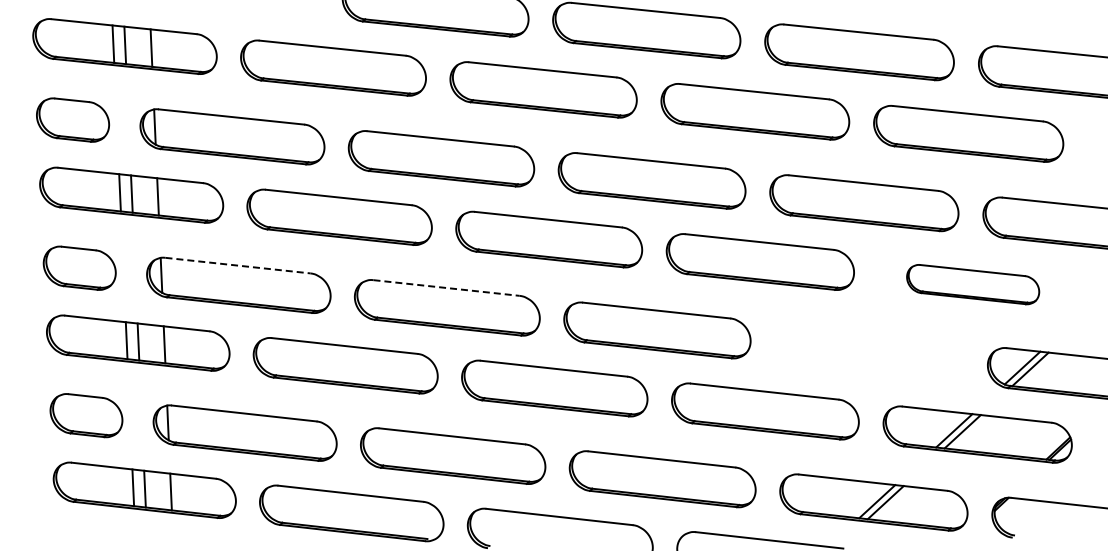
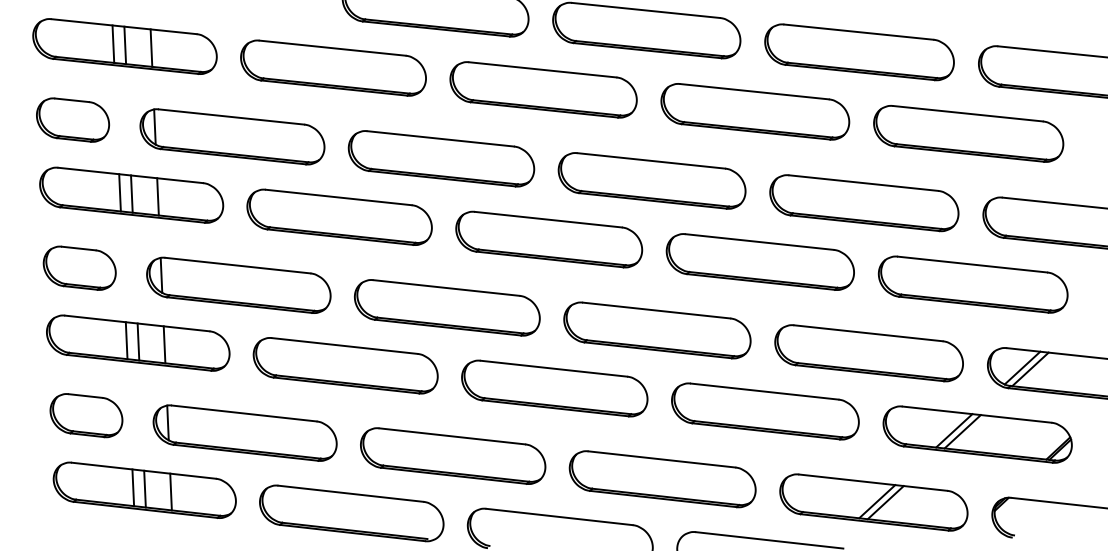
line at (237, 265): dashed -> solid
part at (973, 284) size: 135x42 px -> 192x59 px
line at (447, 288): dashed -> solid
part at (868, 353): none -> present
